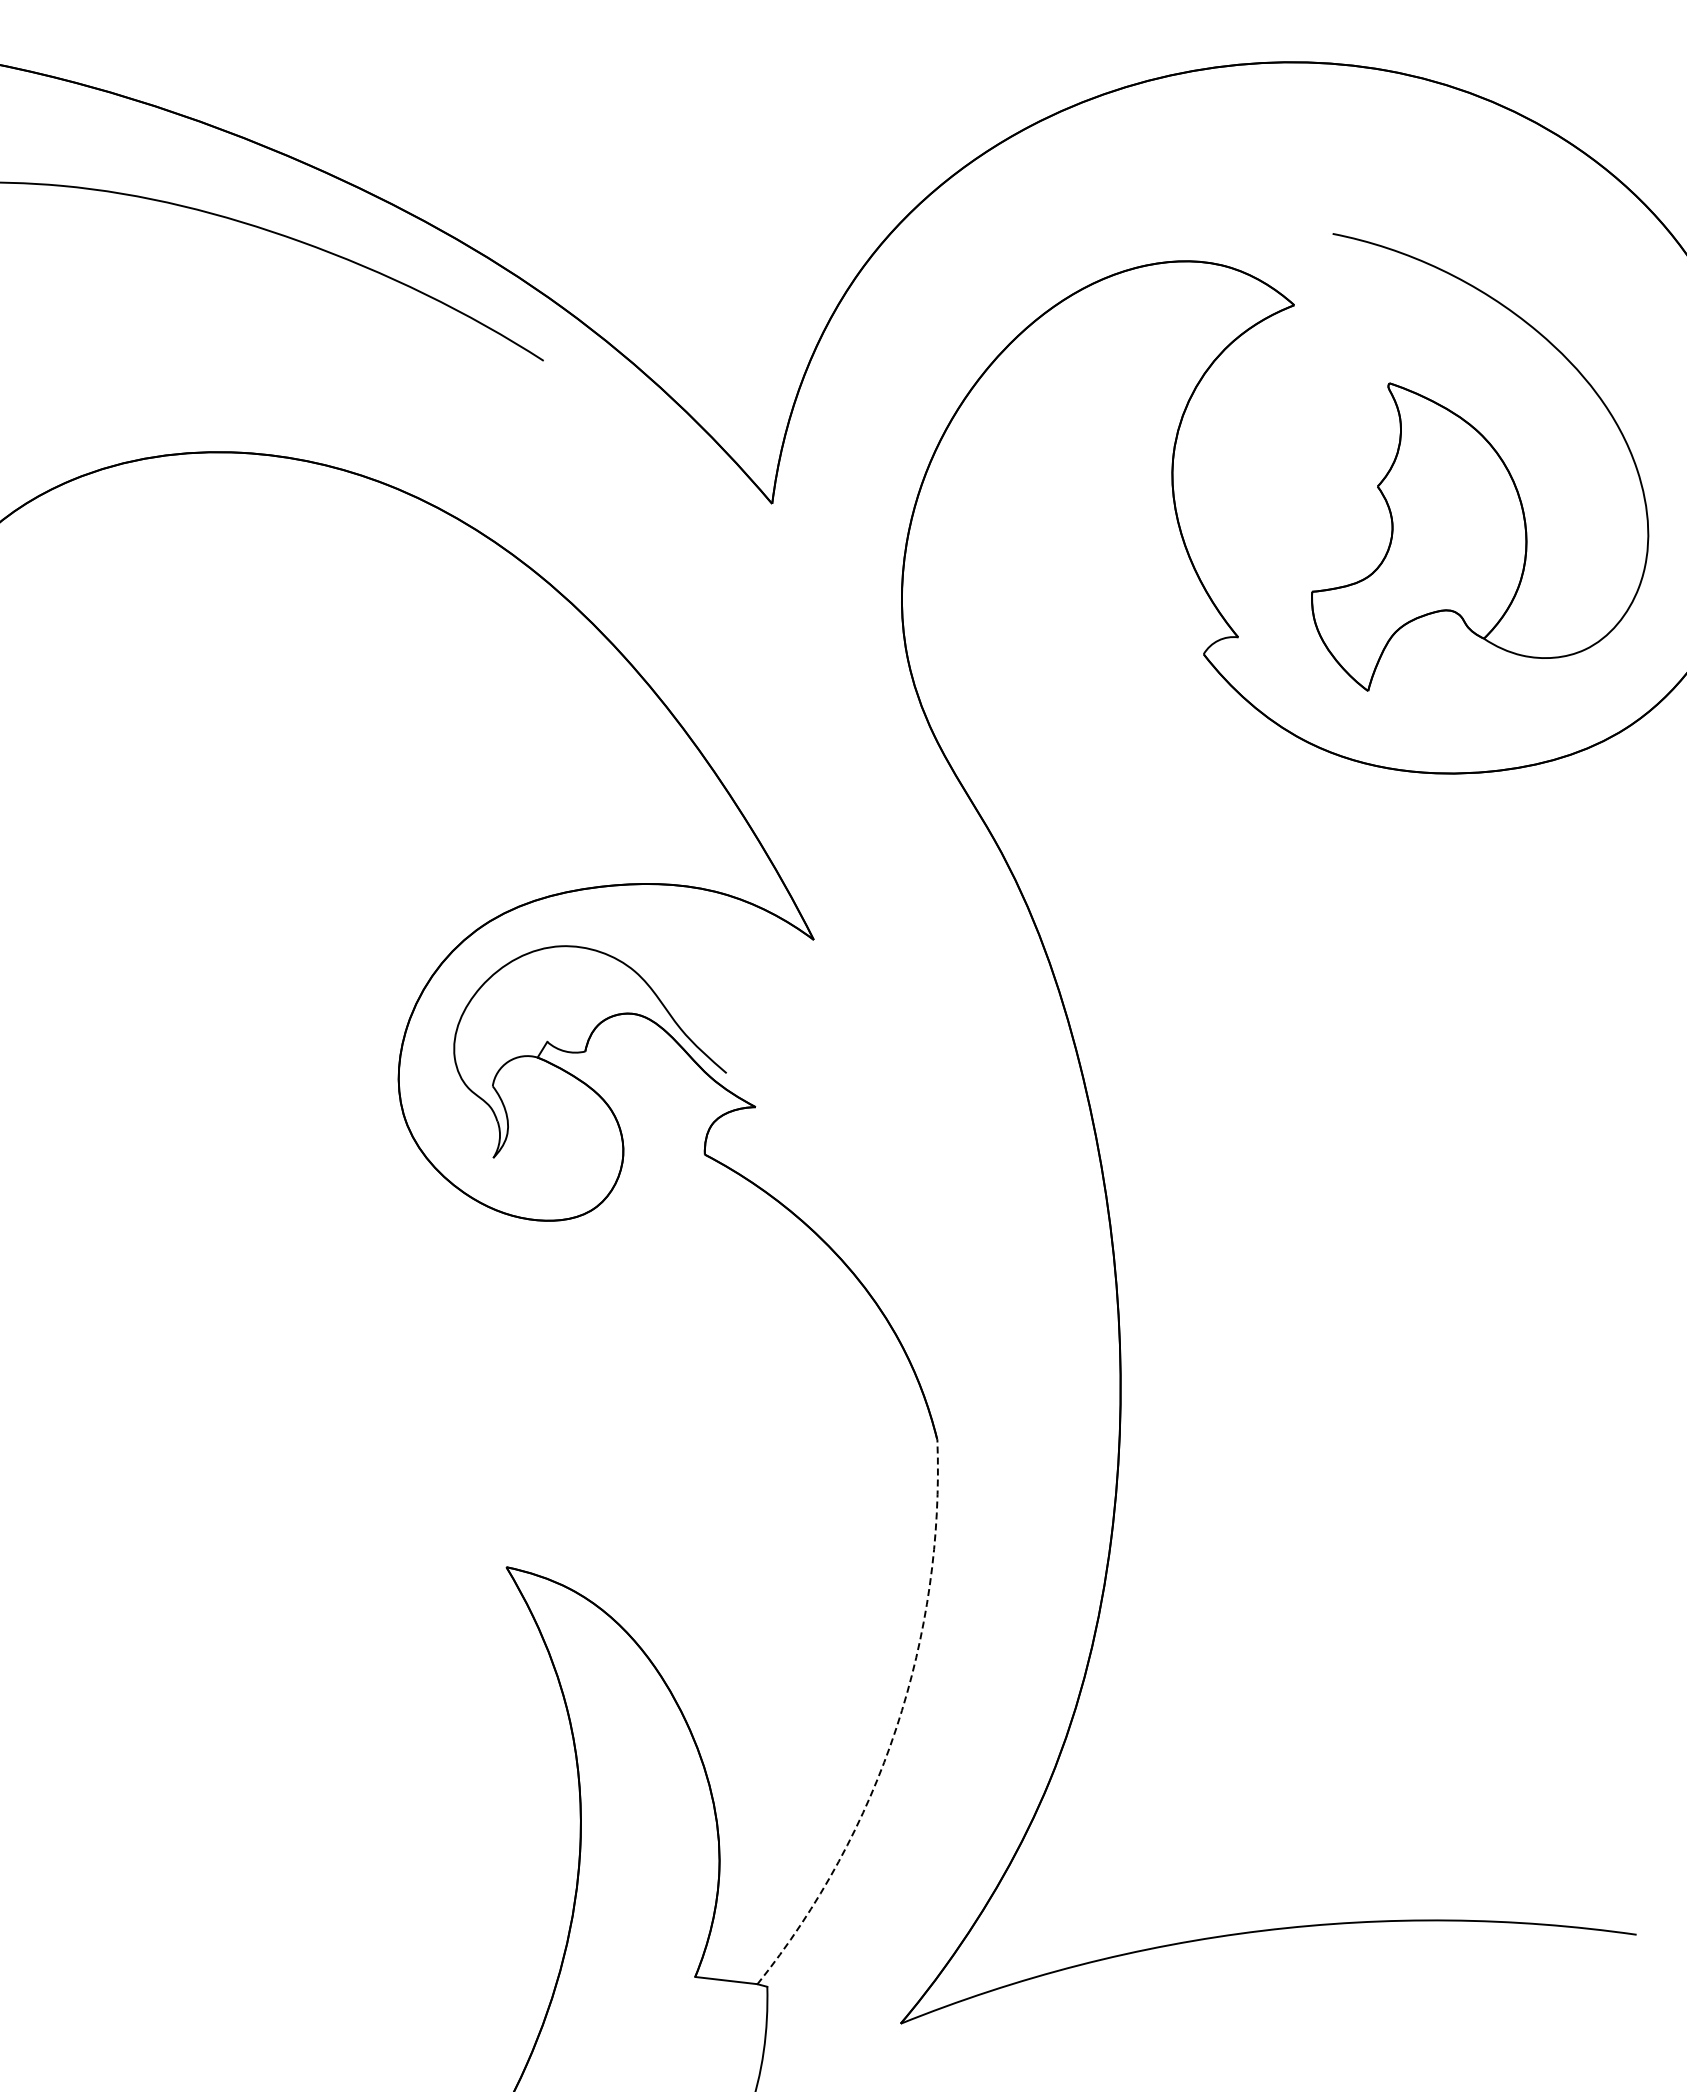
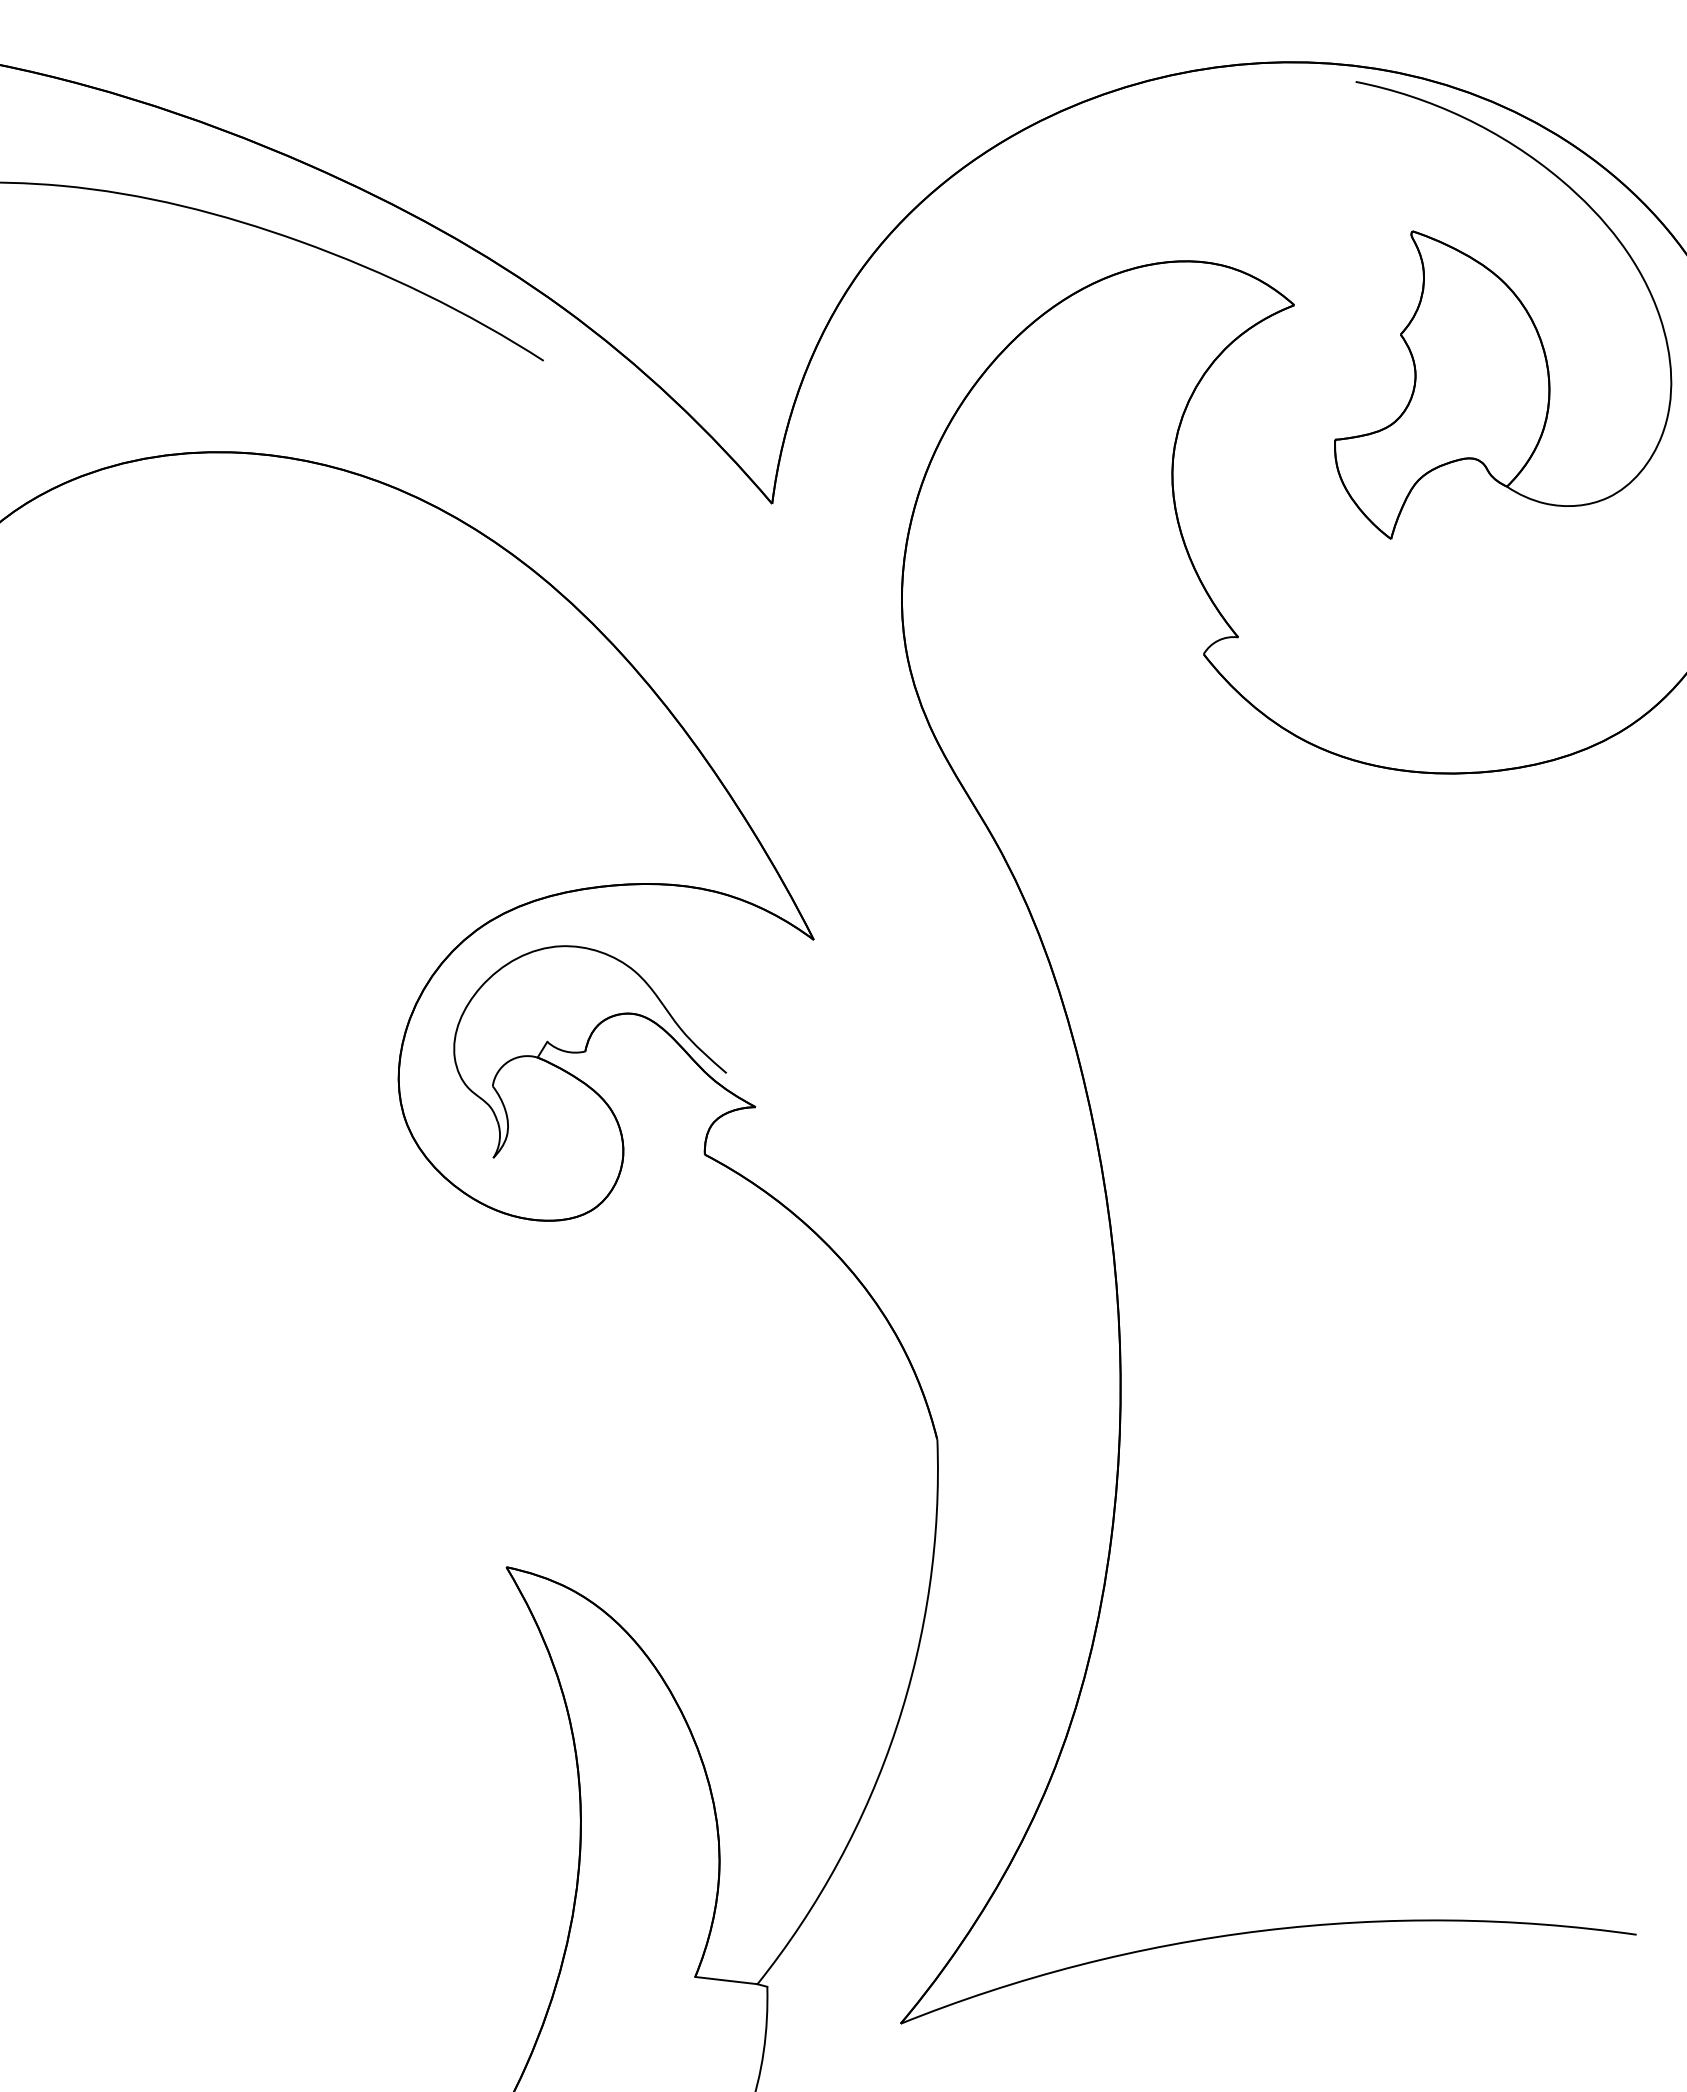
part at (1480, 462) position: (1480, 462) -> (1503, 310)
arc at (896, 1727): dashed -> solid
